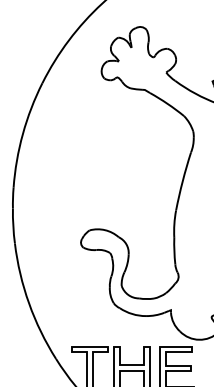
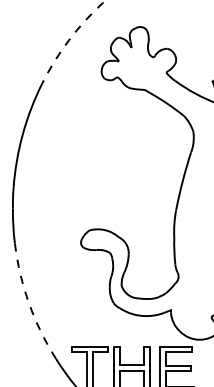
arc at (70, 38): solid -> dashed
arc at (29, 303): solid -> dashed
